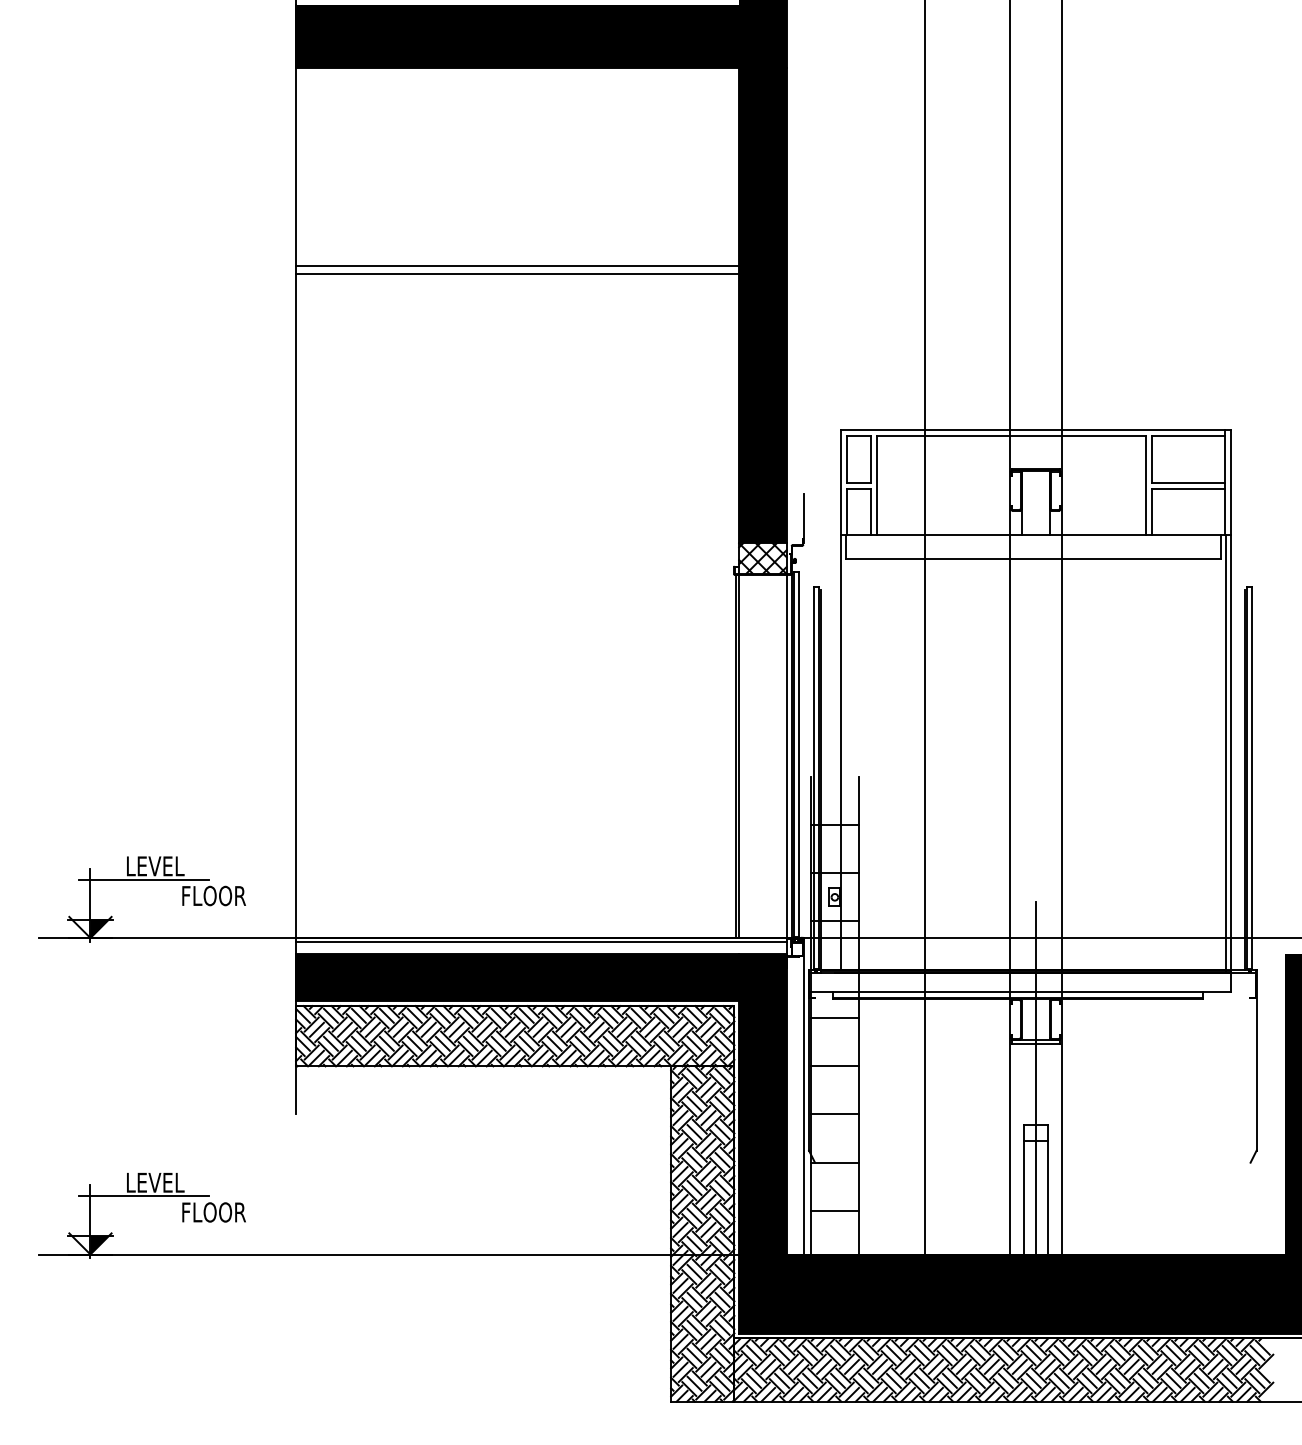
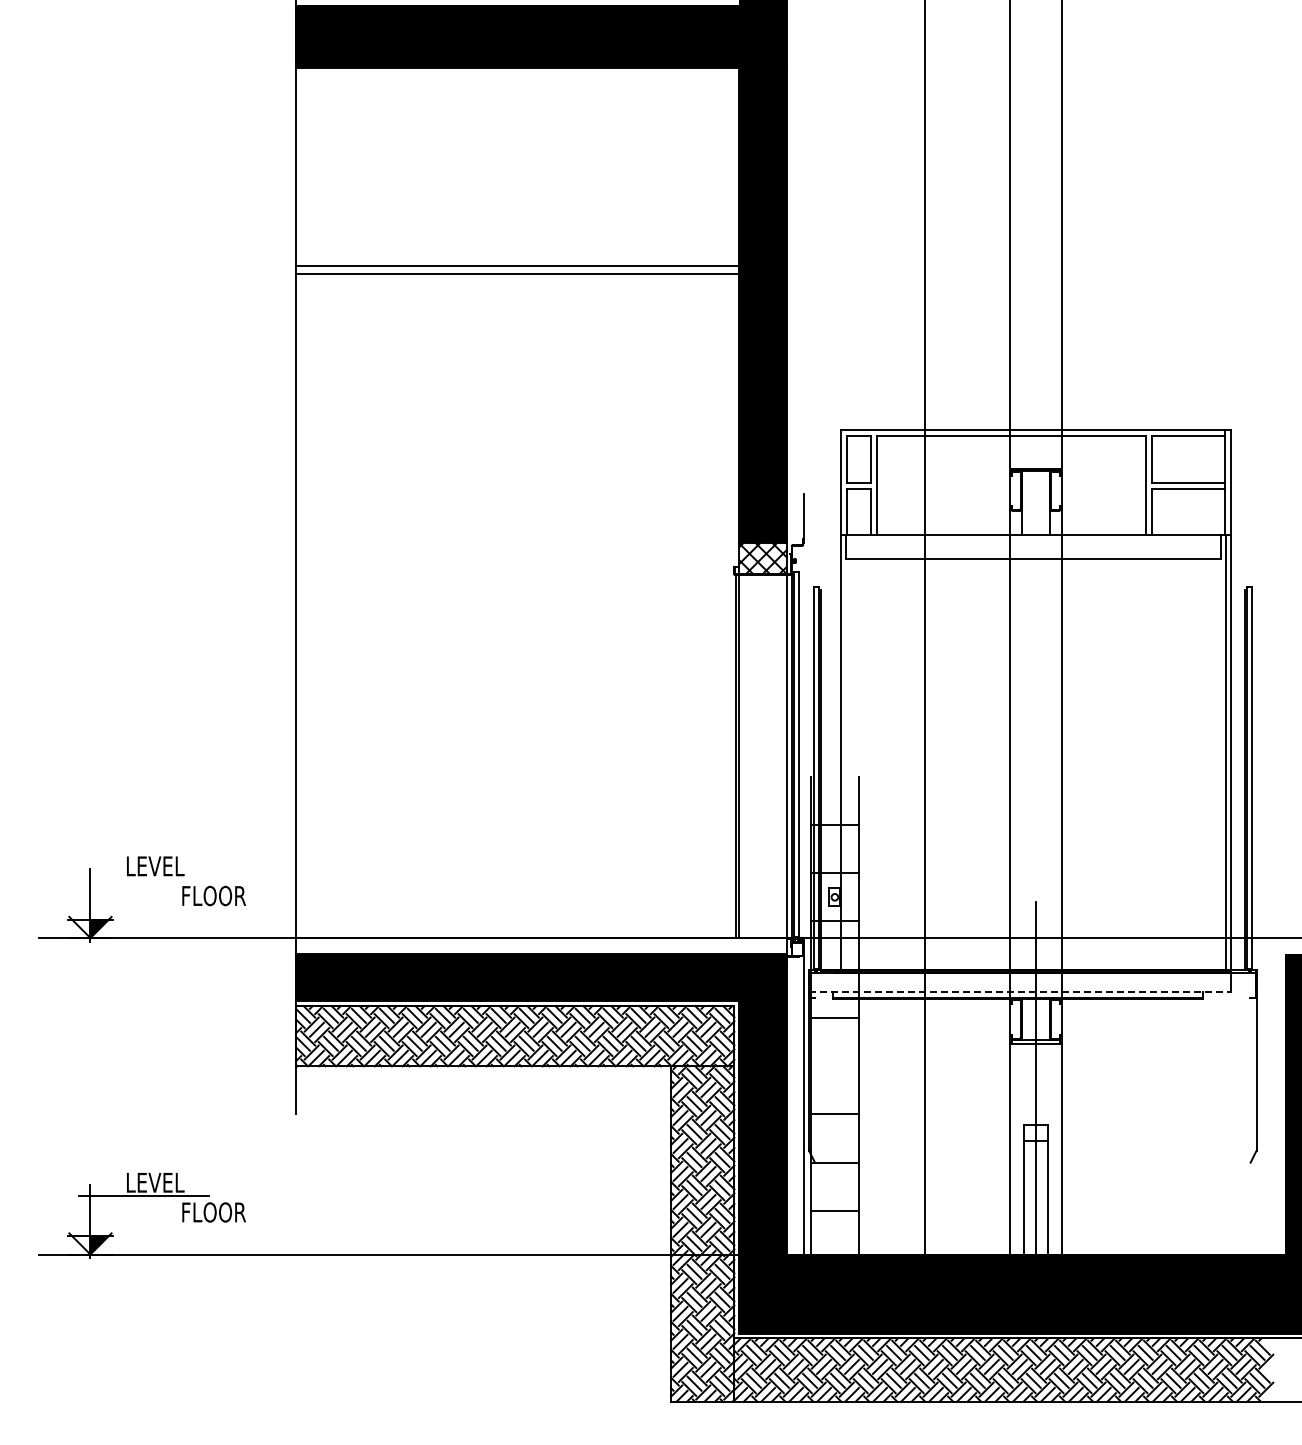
line at (144, 879): present -> none
line at (541, 942): present -> none
line at (1020, 992): solid -> dashed
line at (834, 1066): present -> none
